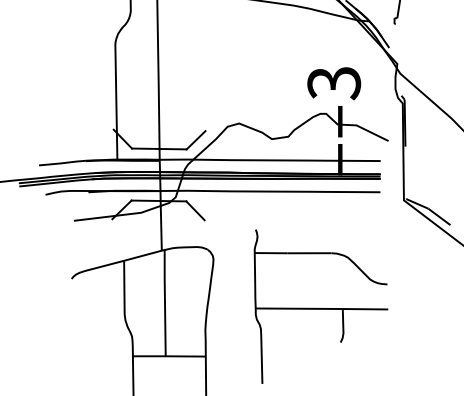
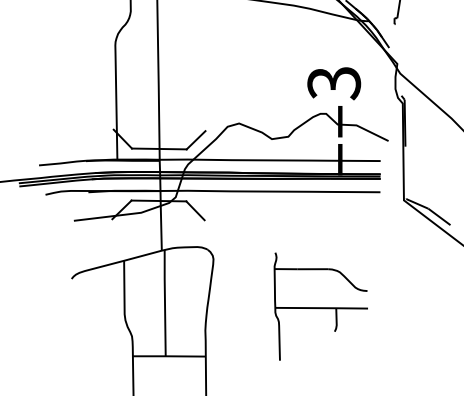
part at (320, 306) size: 136x155 px -> 95x109 px
